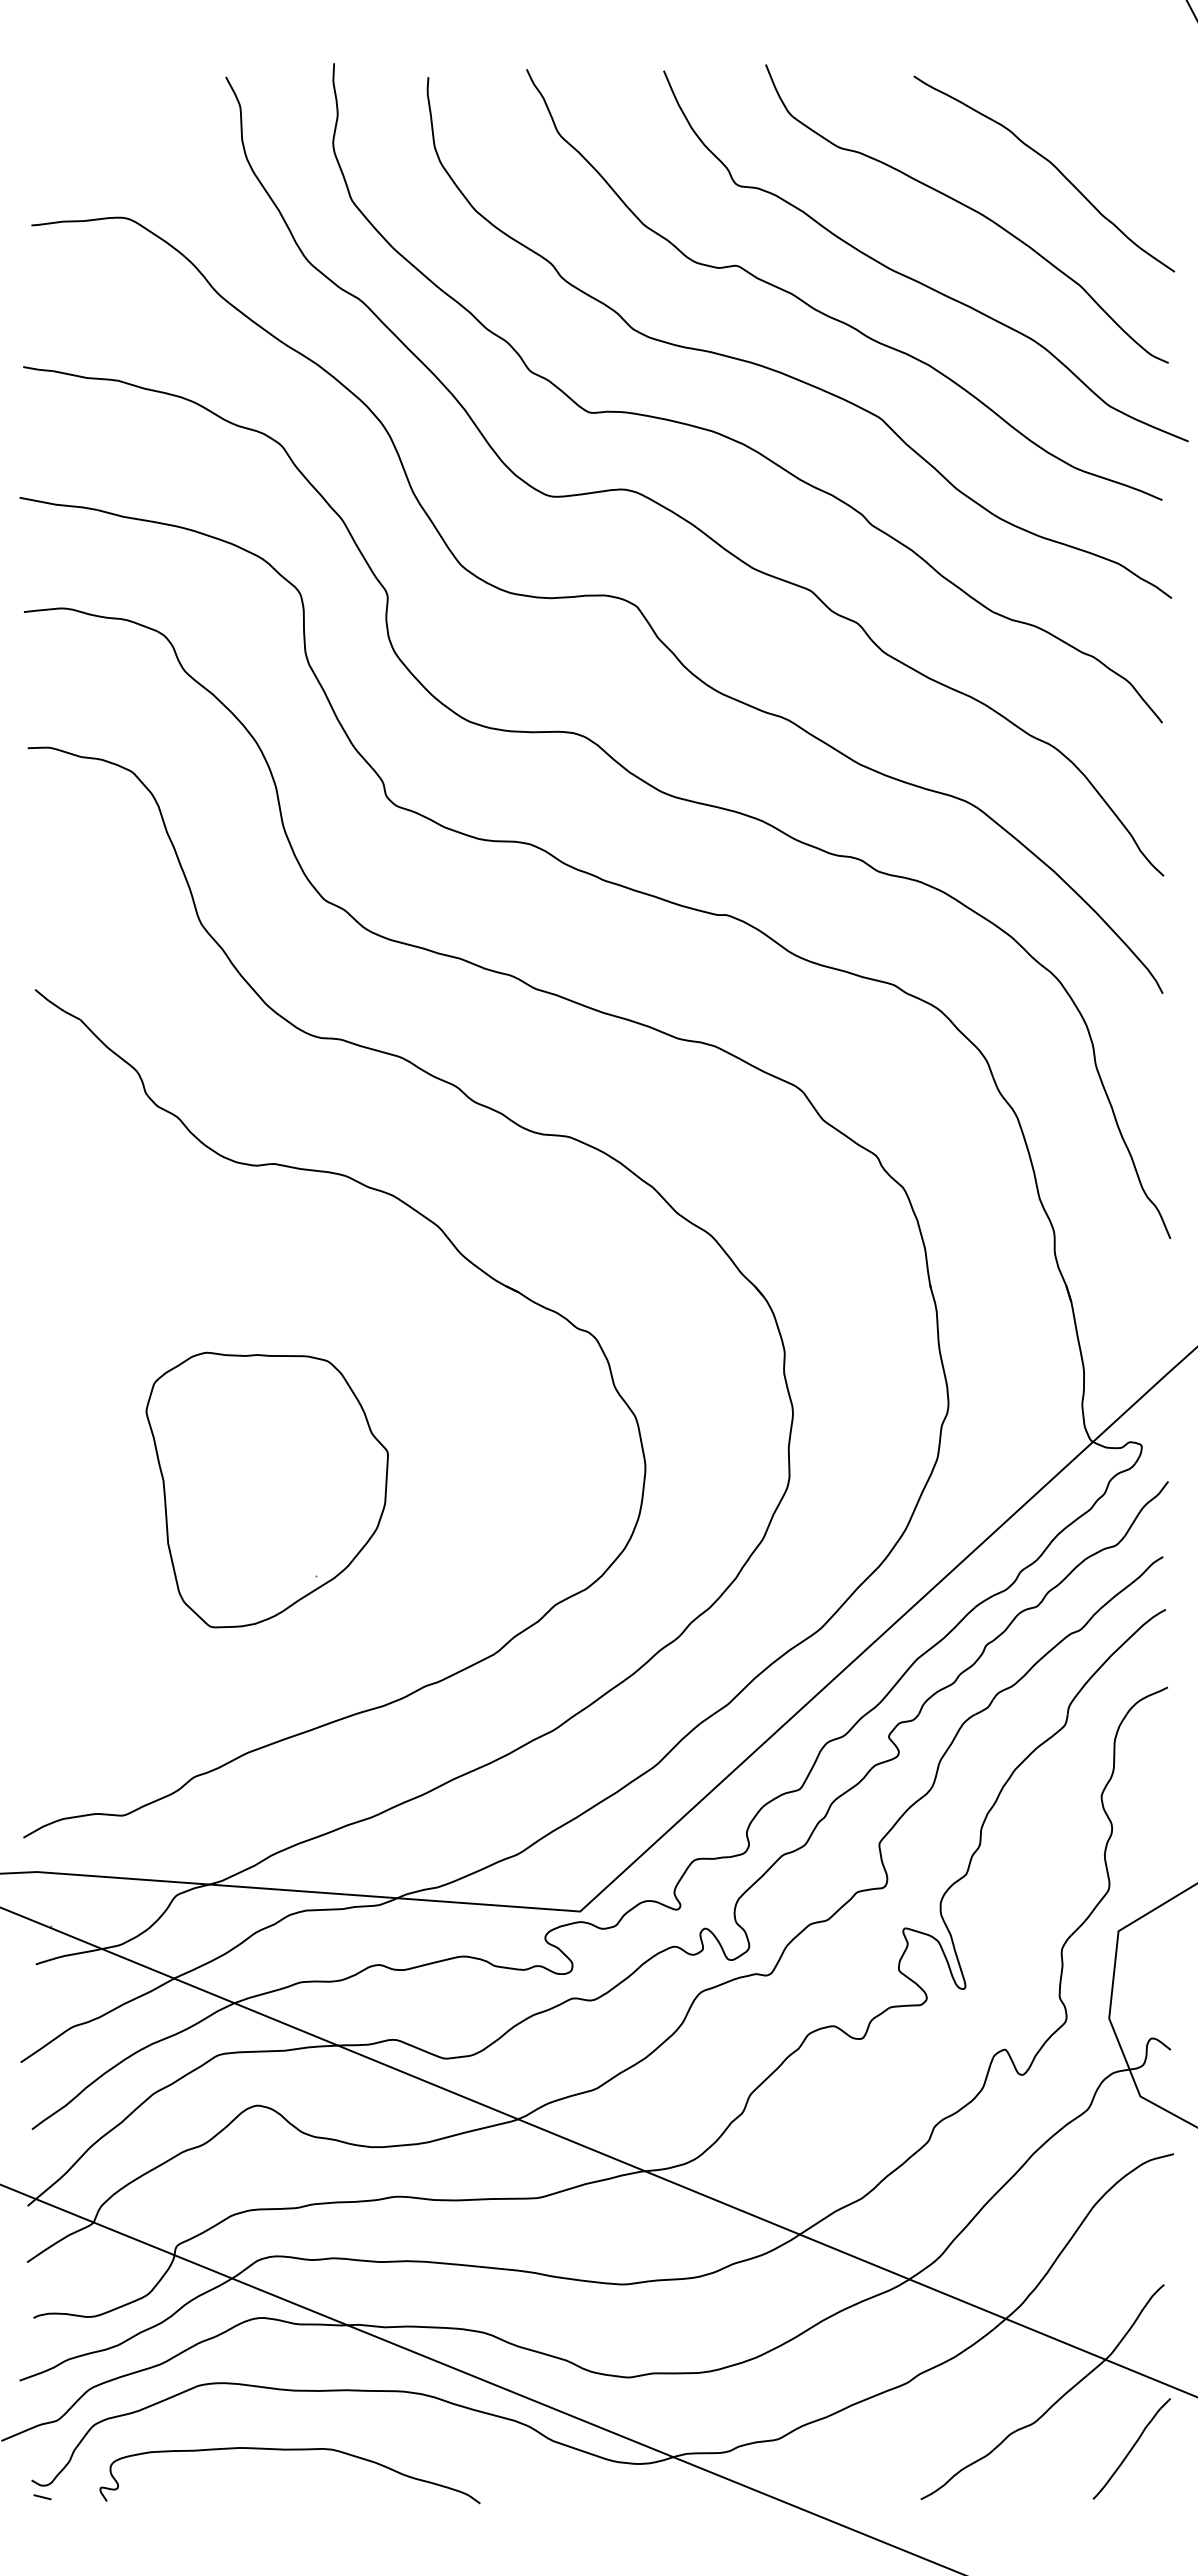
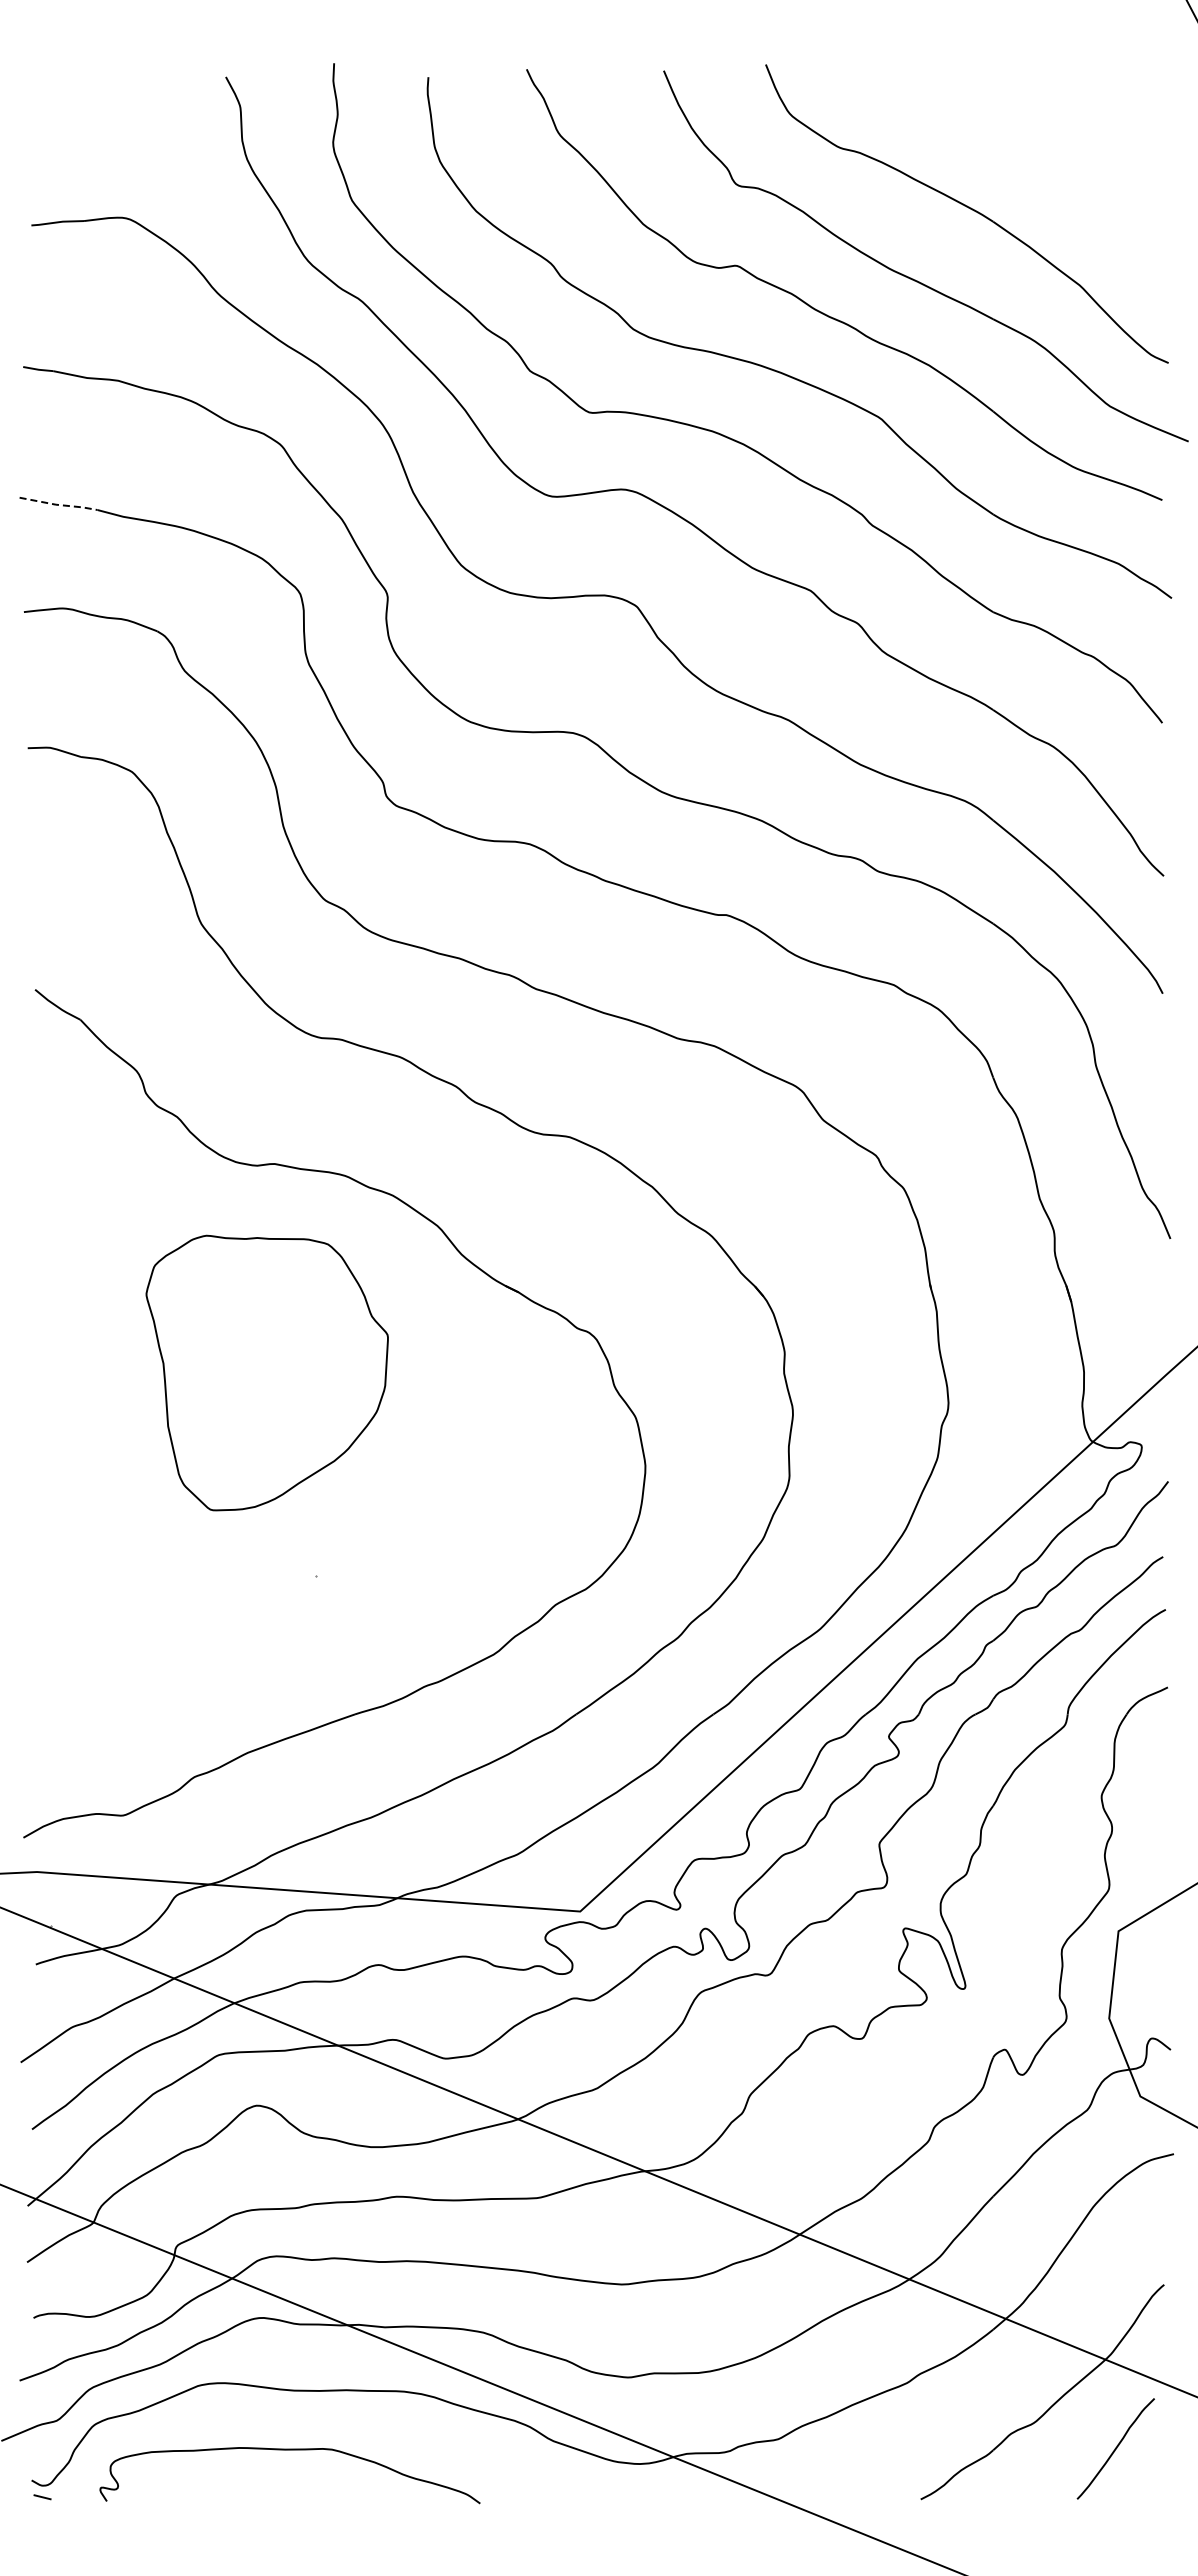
part at (1052, 165): present -> none
line at (58, 504): solid -> dashed
part at (266, 1489) position: (266, 1489) -> (266, 1372)
curve at (1131, 2448) position: (1131, 2448) -> (1115, 2448)
